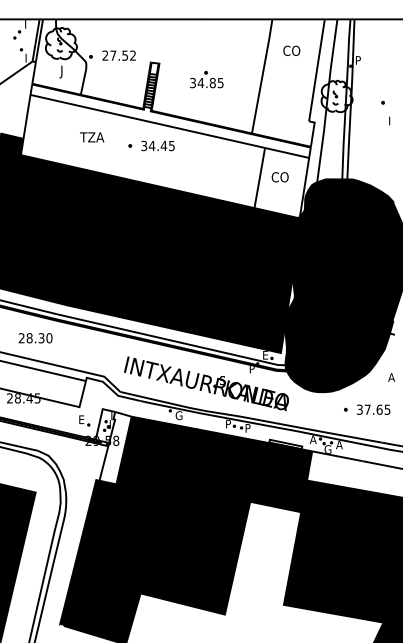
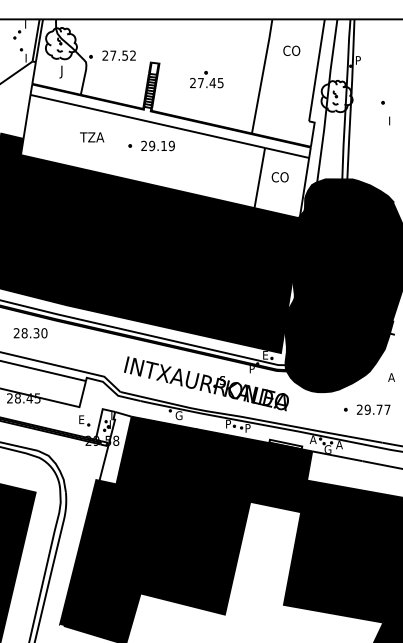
text at (202, 83): 34.85 -> 27.45
text at (157, 145): 34.45 -> 29.19
text at (35, 338) position: (35, 338) -> (30, 333)
text at (373, 409): 37.65 -> 29.77
